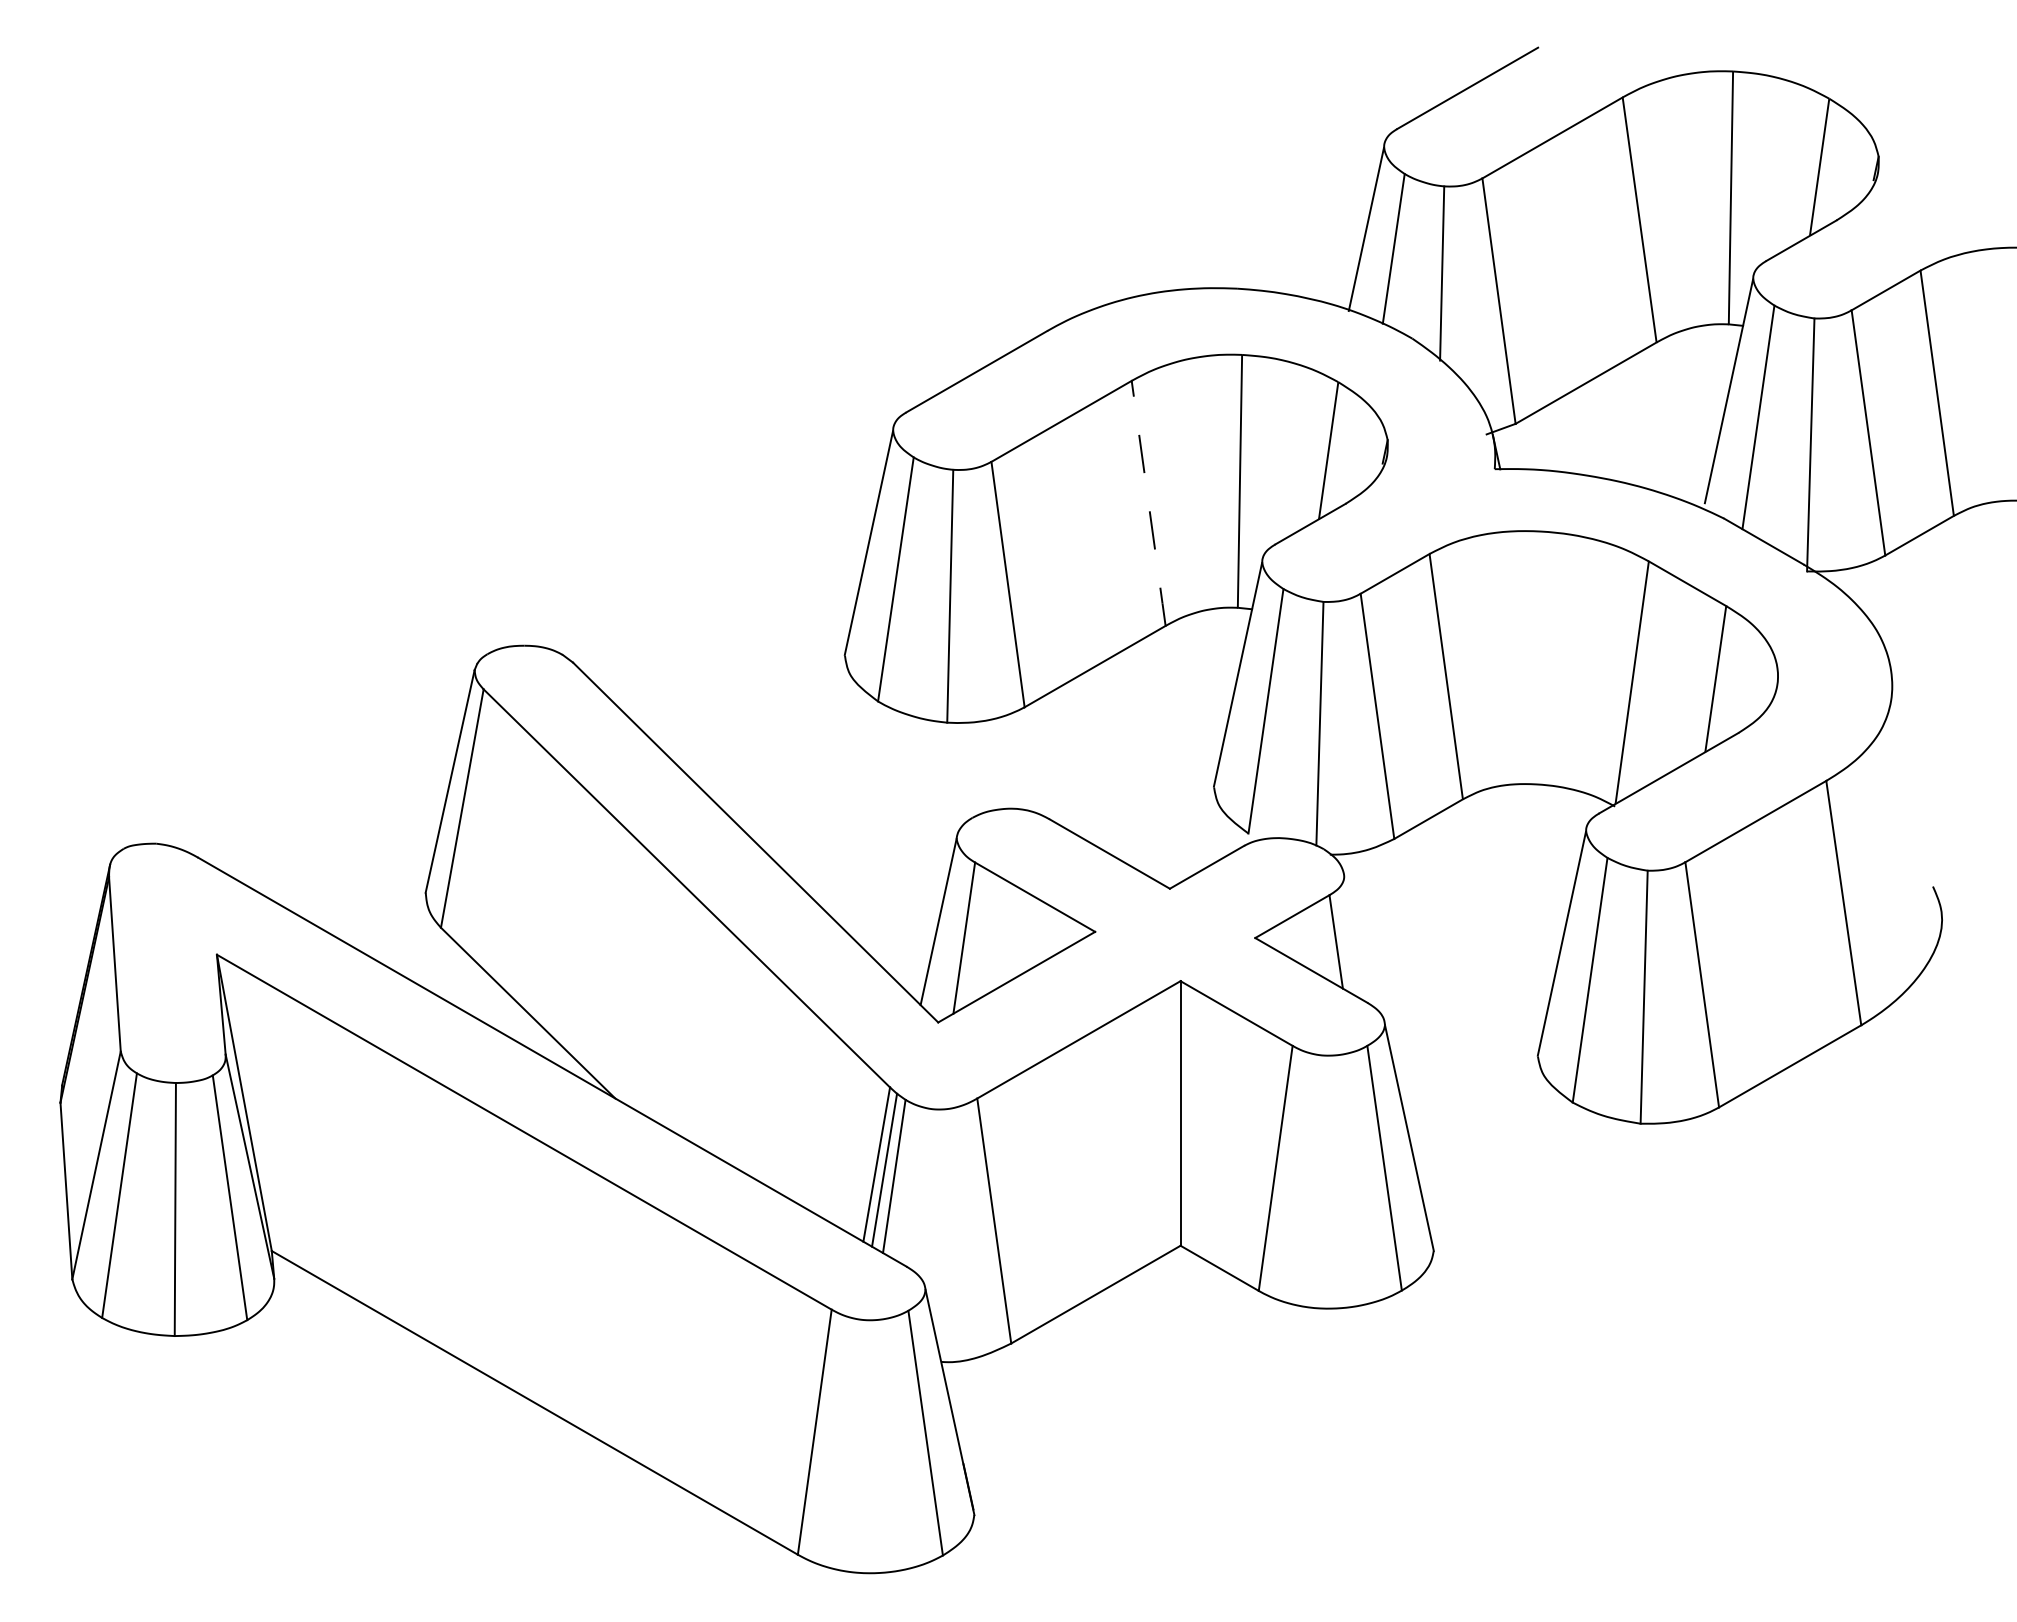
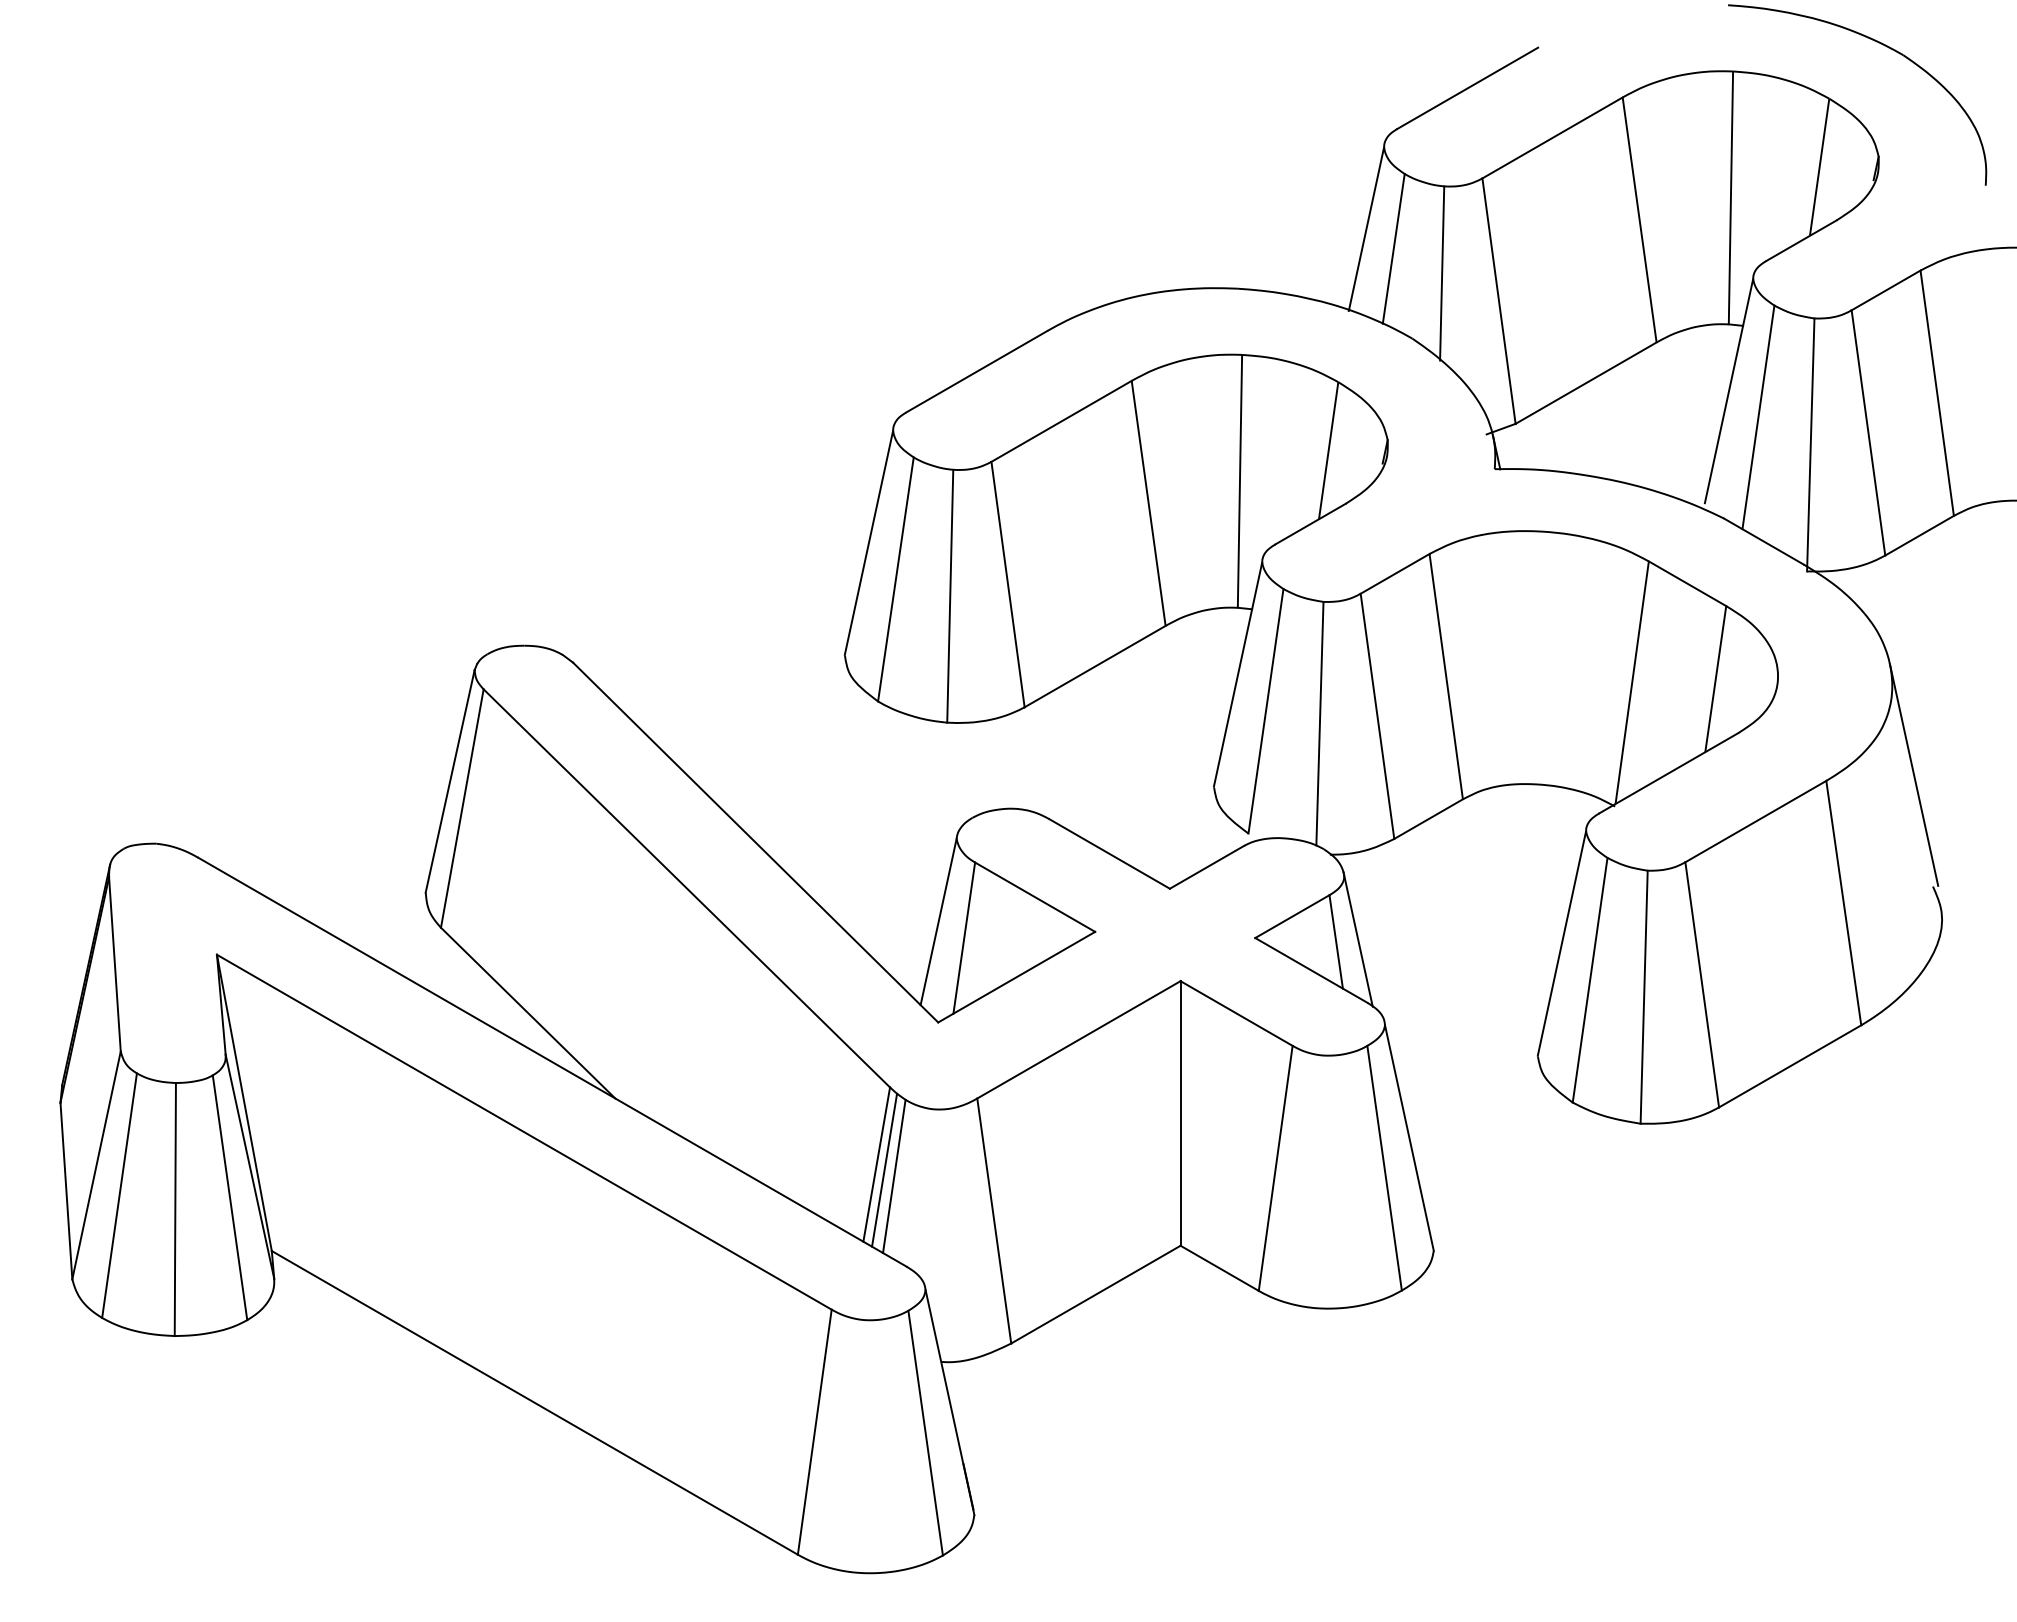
part at (1882, 45): none -> present
line at (1148, 504): dashed -> solid
line at (1913, 774): none -> present
line at (1357, 939): none -> present
